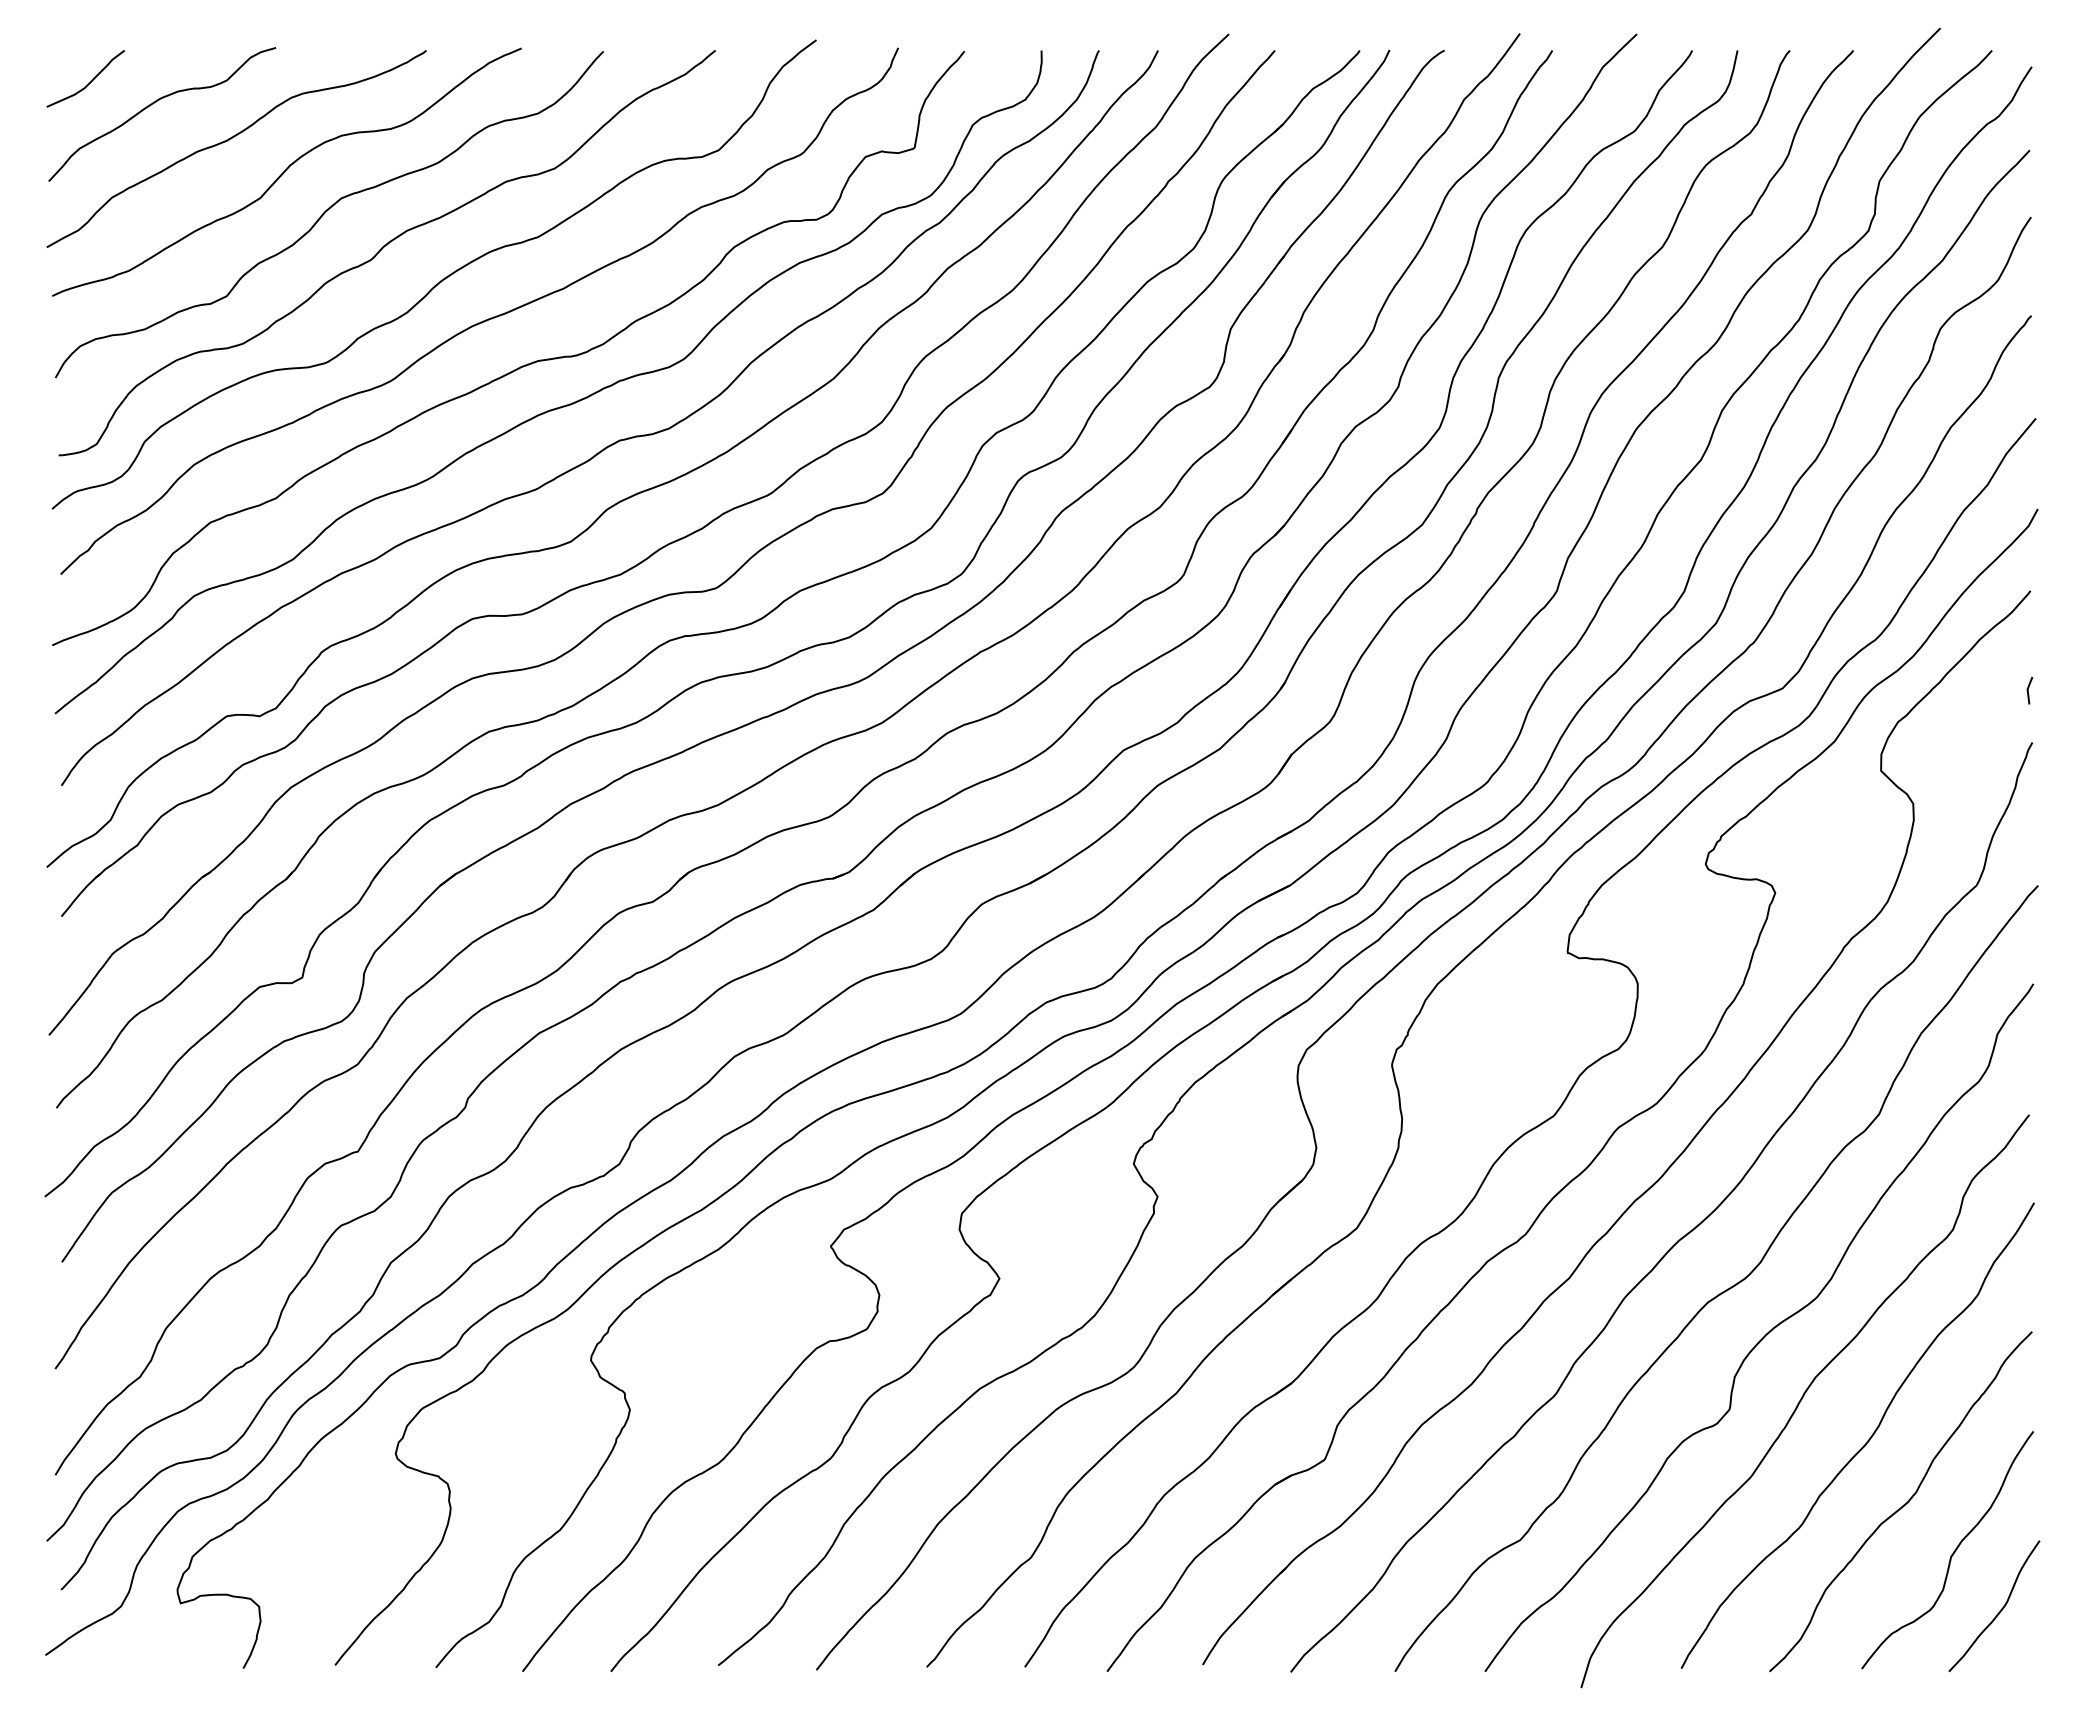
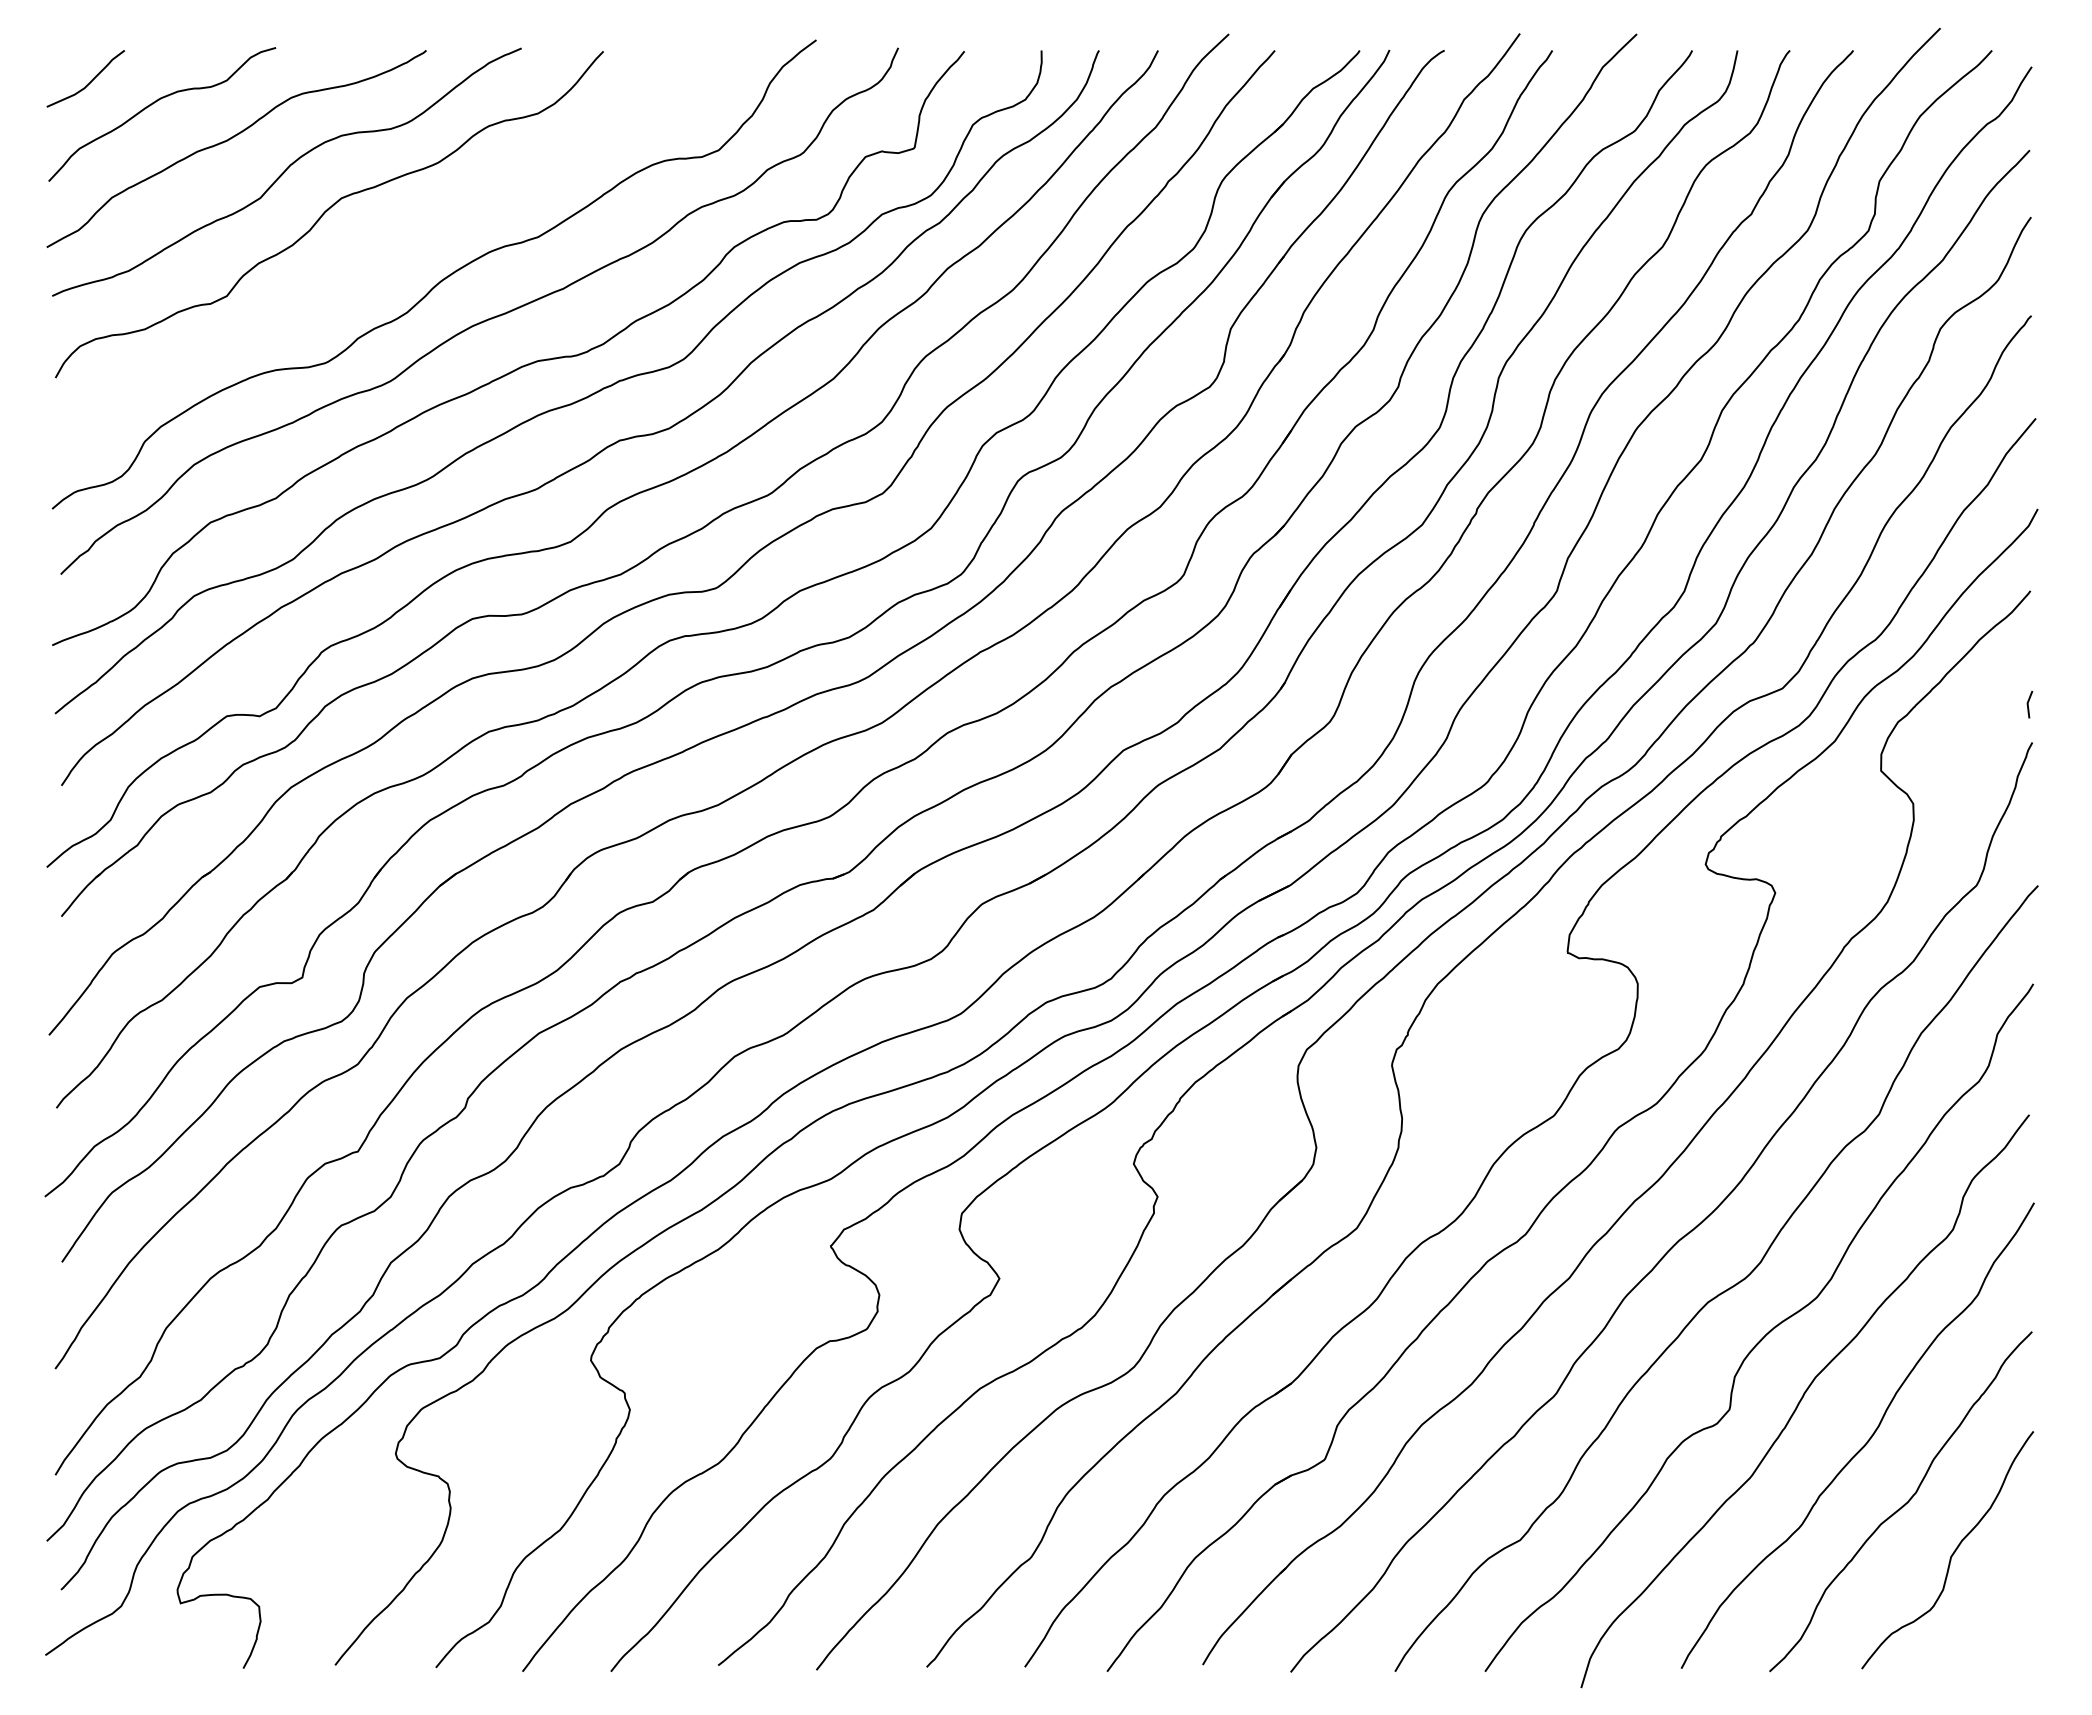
curve at (382, 249): present -> none
line at (2028, 690) position: (2028, 690) -> (2028, 704)
curve at (2000, 1609): present -> none
